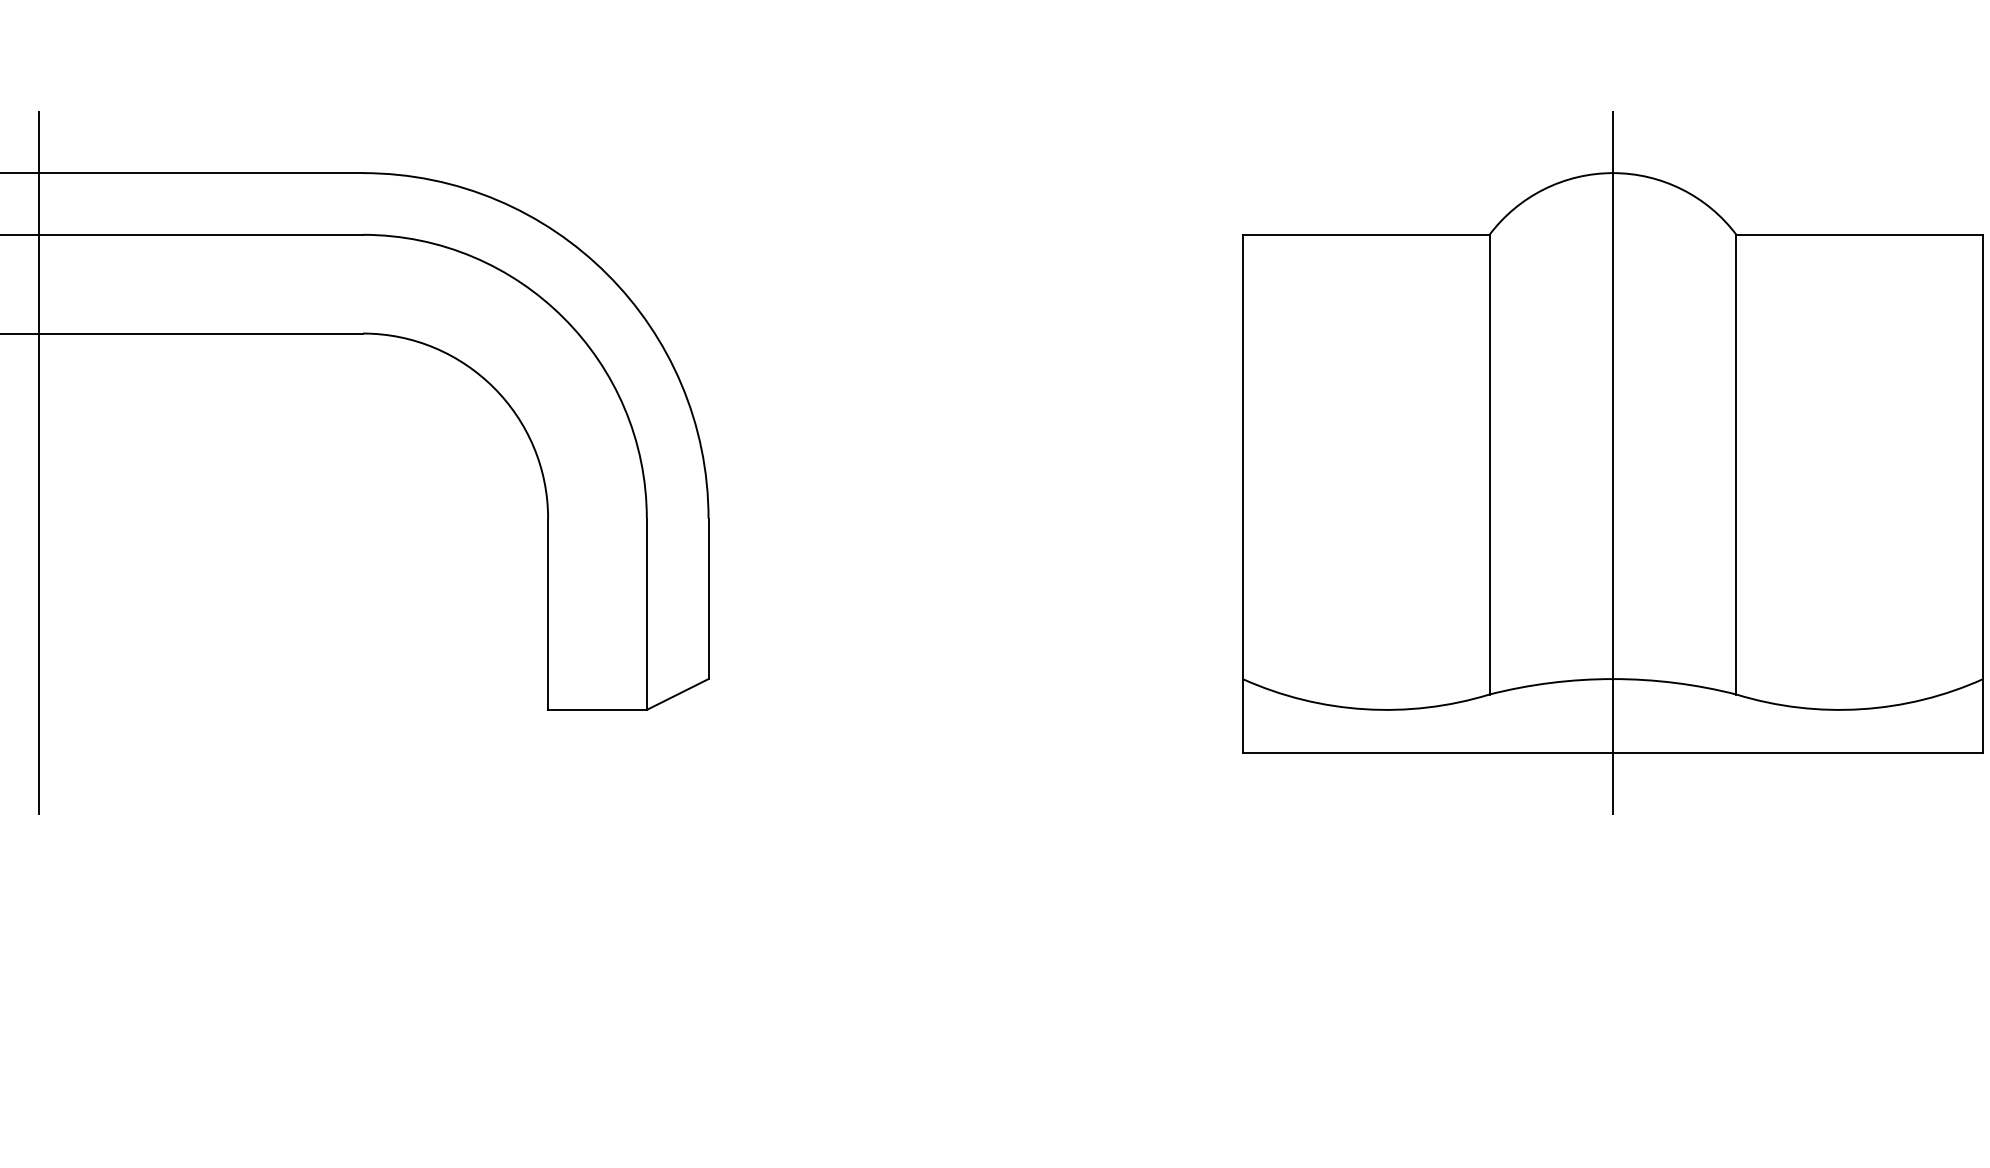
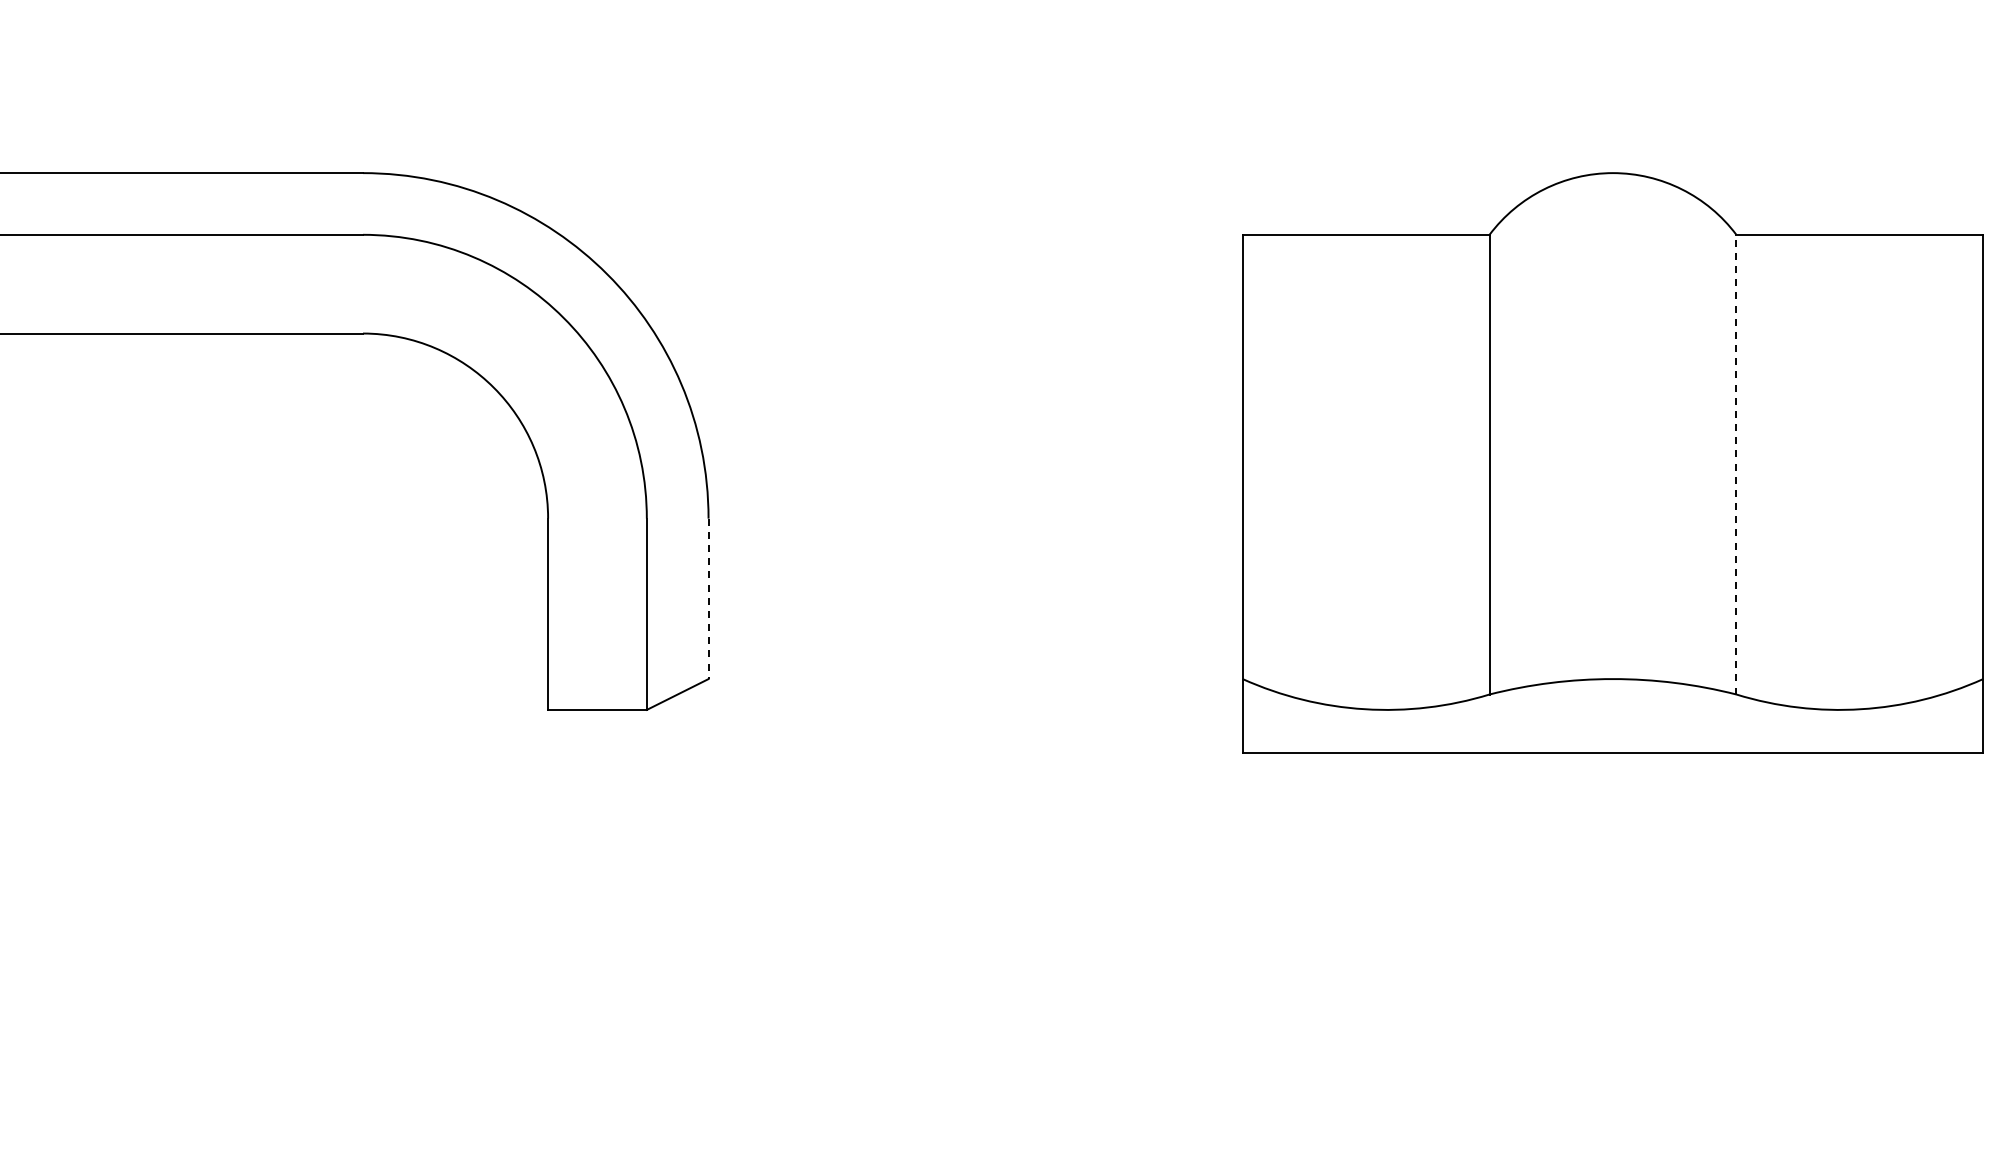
line at (39, 462): present -> none
line at (1612, 462): present -> none
line at (1736, 464): solid -> dashed
line at (708, 599): solid -> dashed
